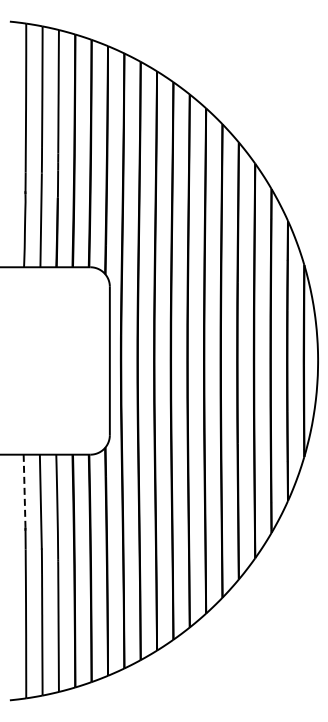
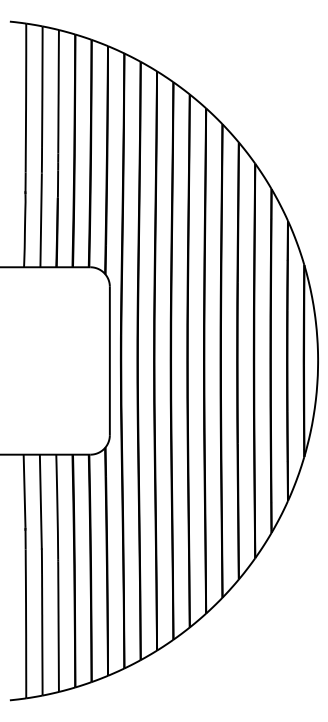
line at (24, 491): dashed -> solid
